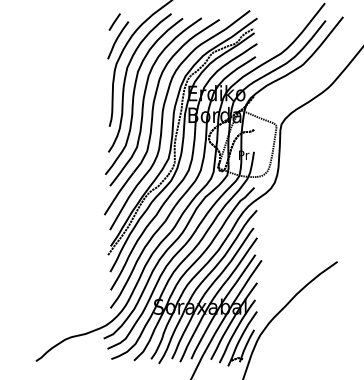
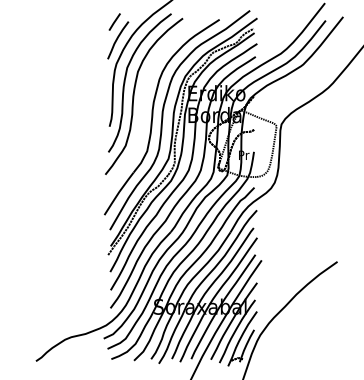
curve at (144, 101): present -> none
